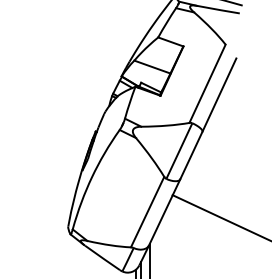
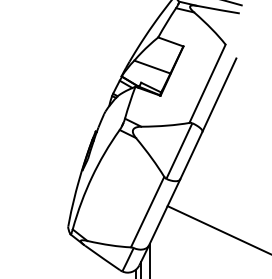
line at (220, 217) position: (220, 217) -> (217, 229)
